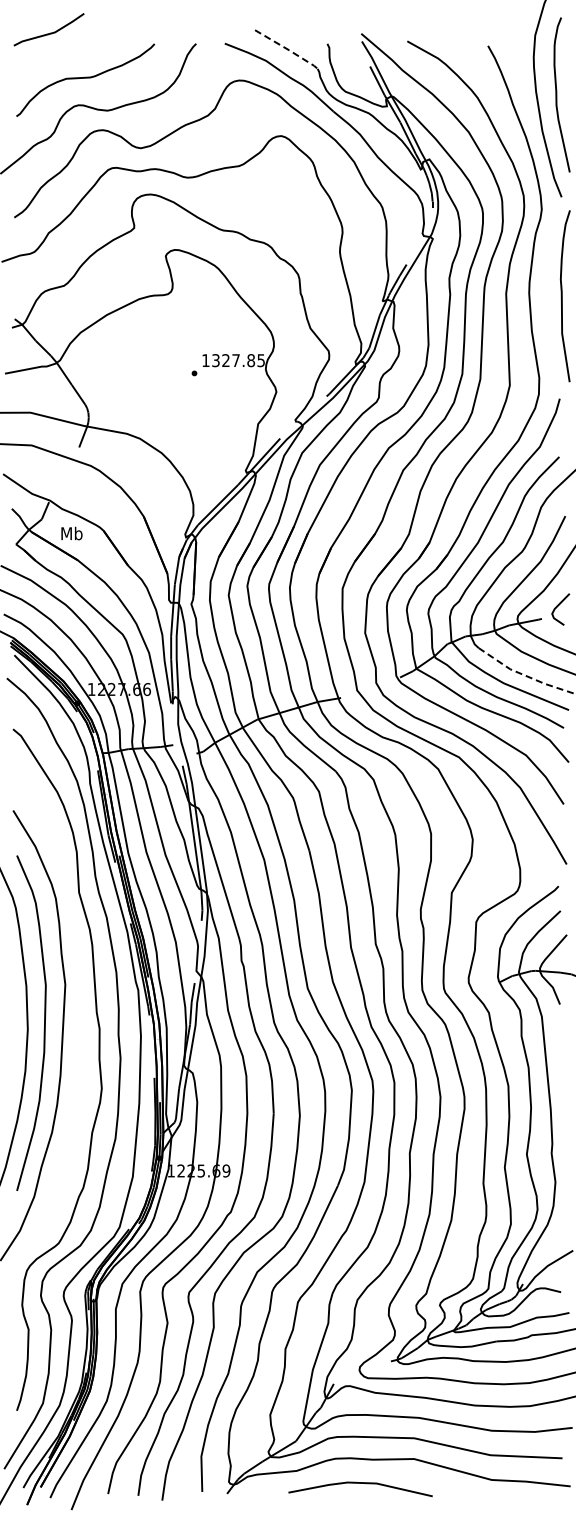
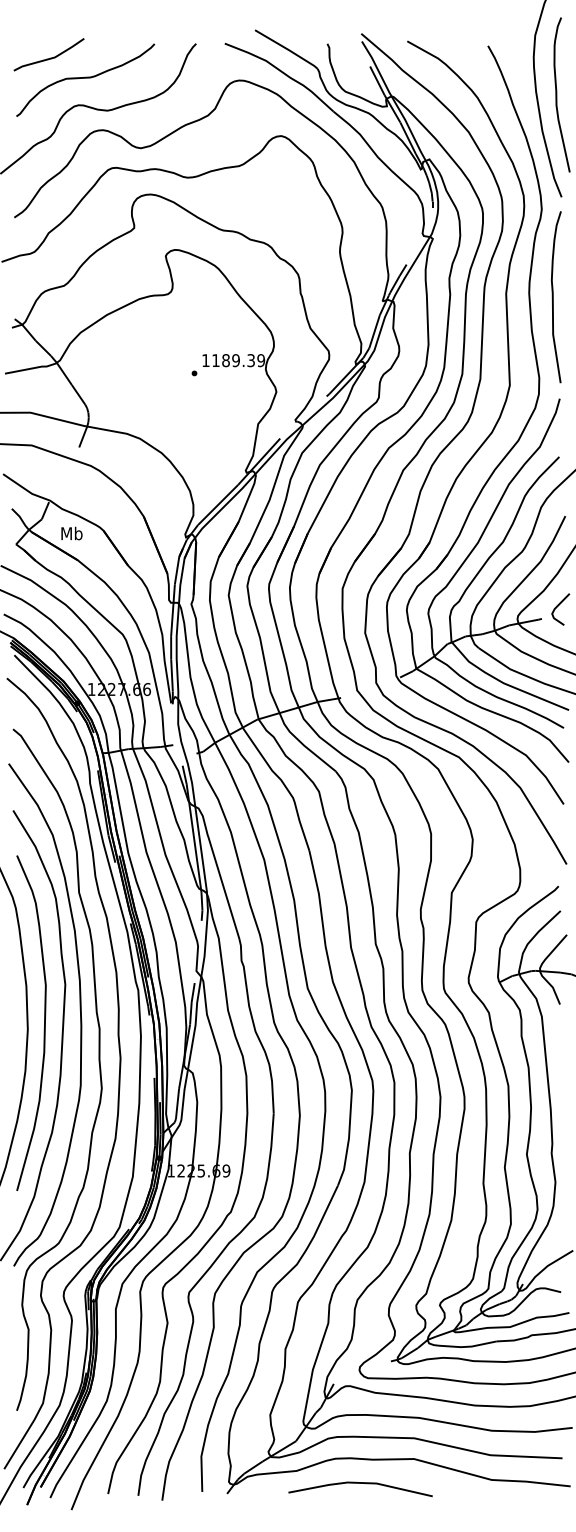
line at (50, 32) position: (50, 32) -> (50, 57)
line at (288, 49): dashed -> solid
curve at (562, 296) position: (562, 296) -> (553, 297)
text at (238, 360): 1327.85 -> 1189.39
line at (524, 675): dashed -> solid
curve at (79, 1009): none -> present
